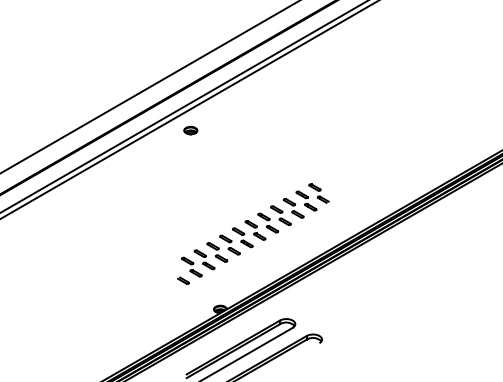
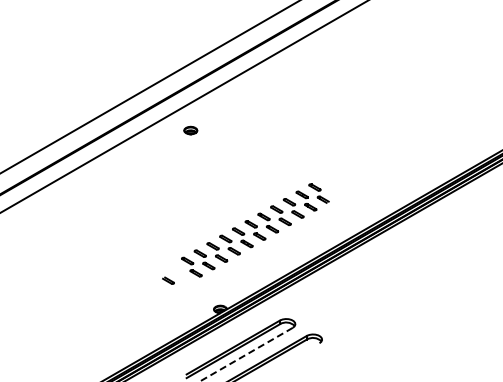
line at (188, 109): present -> none
part at (183, 280) position: (183, 280) -> (168, 280)
line at (246, 354): solid -> dashed
